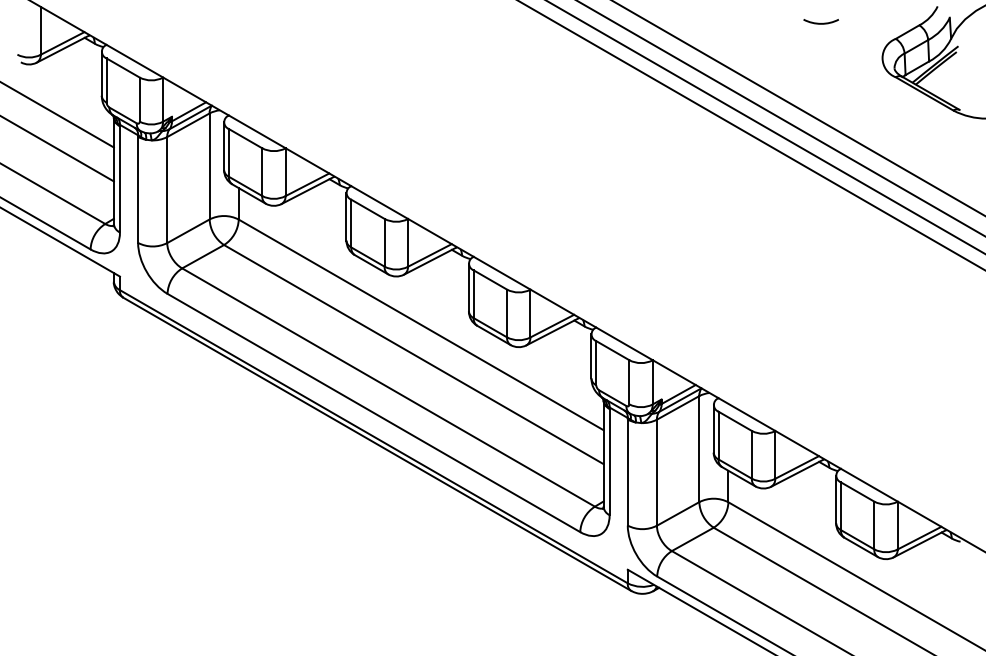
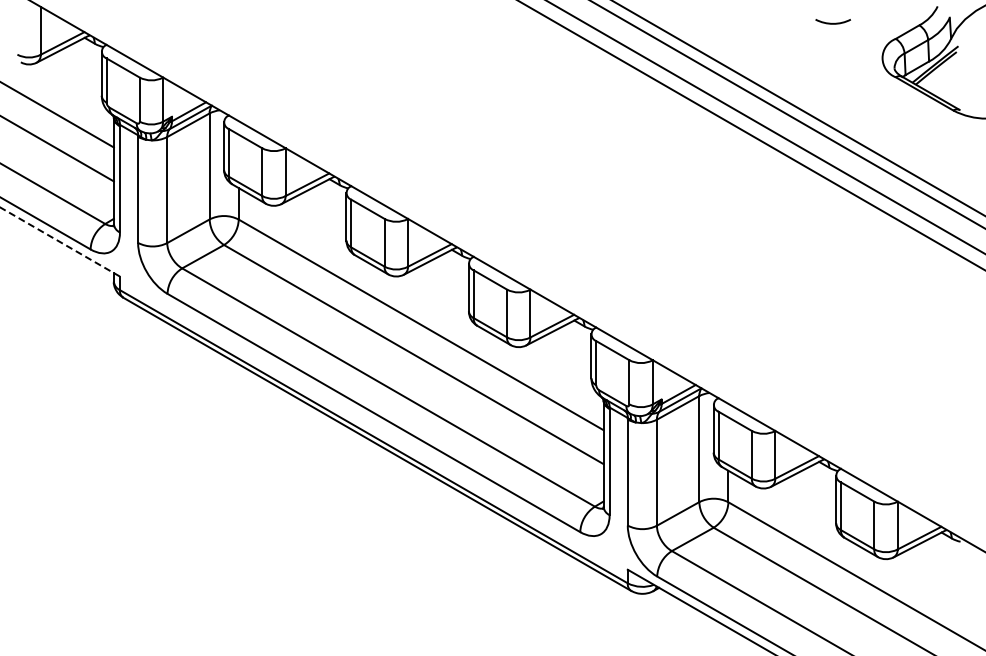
arc at (820, 22) position: (820, 22) -> (832, 22)
line at (780, 118) position: (780, 118) -> (787, 114)
line at (60, 242): solid -> dashed
